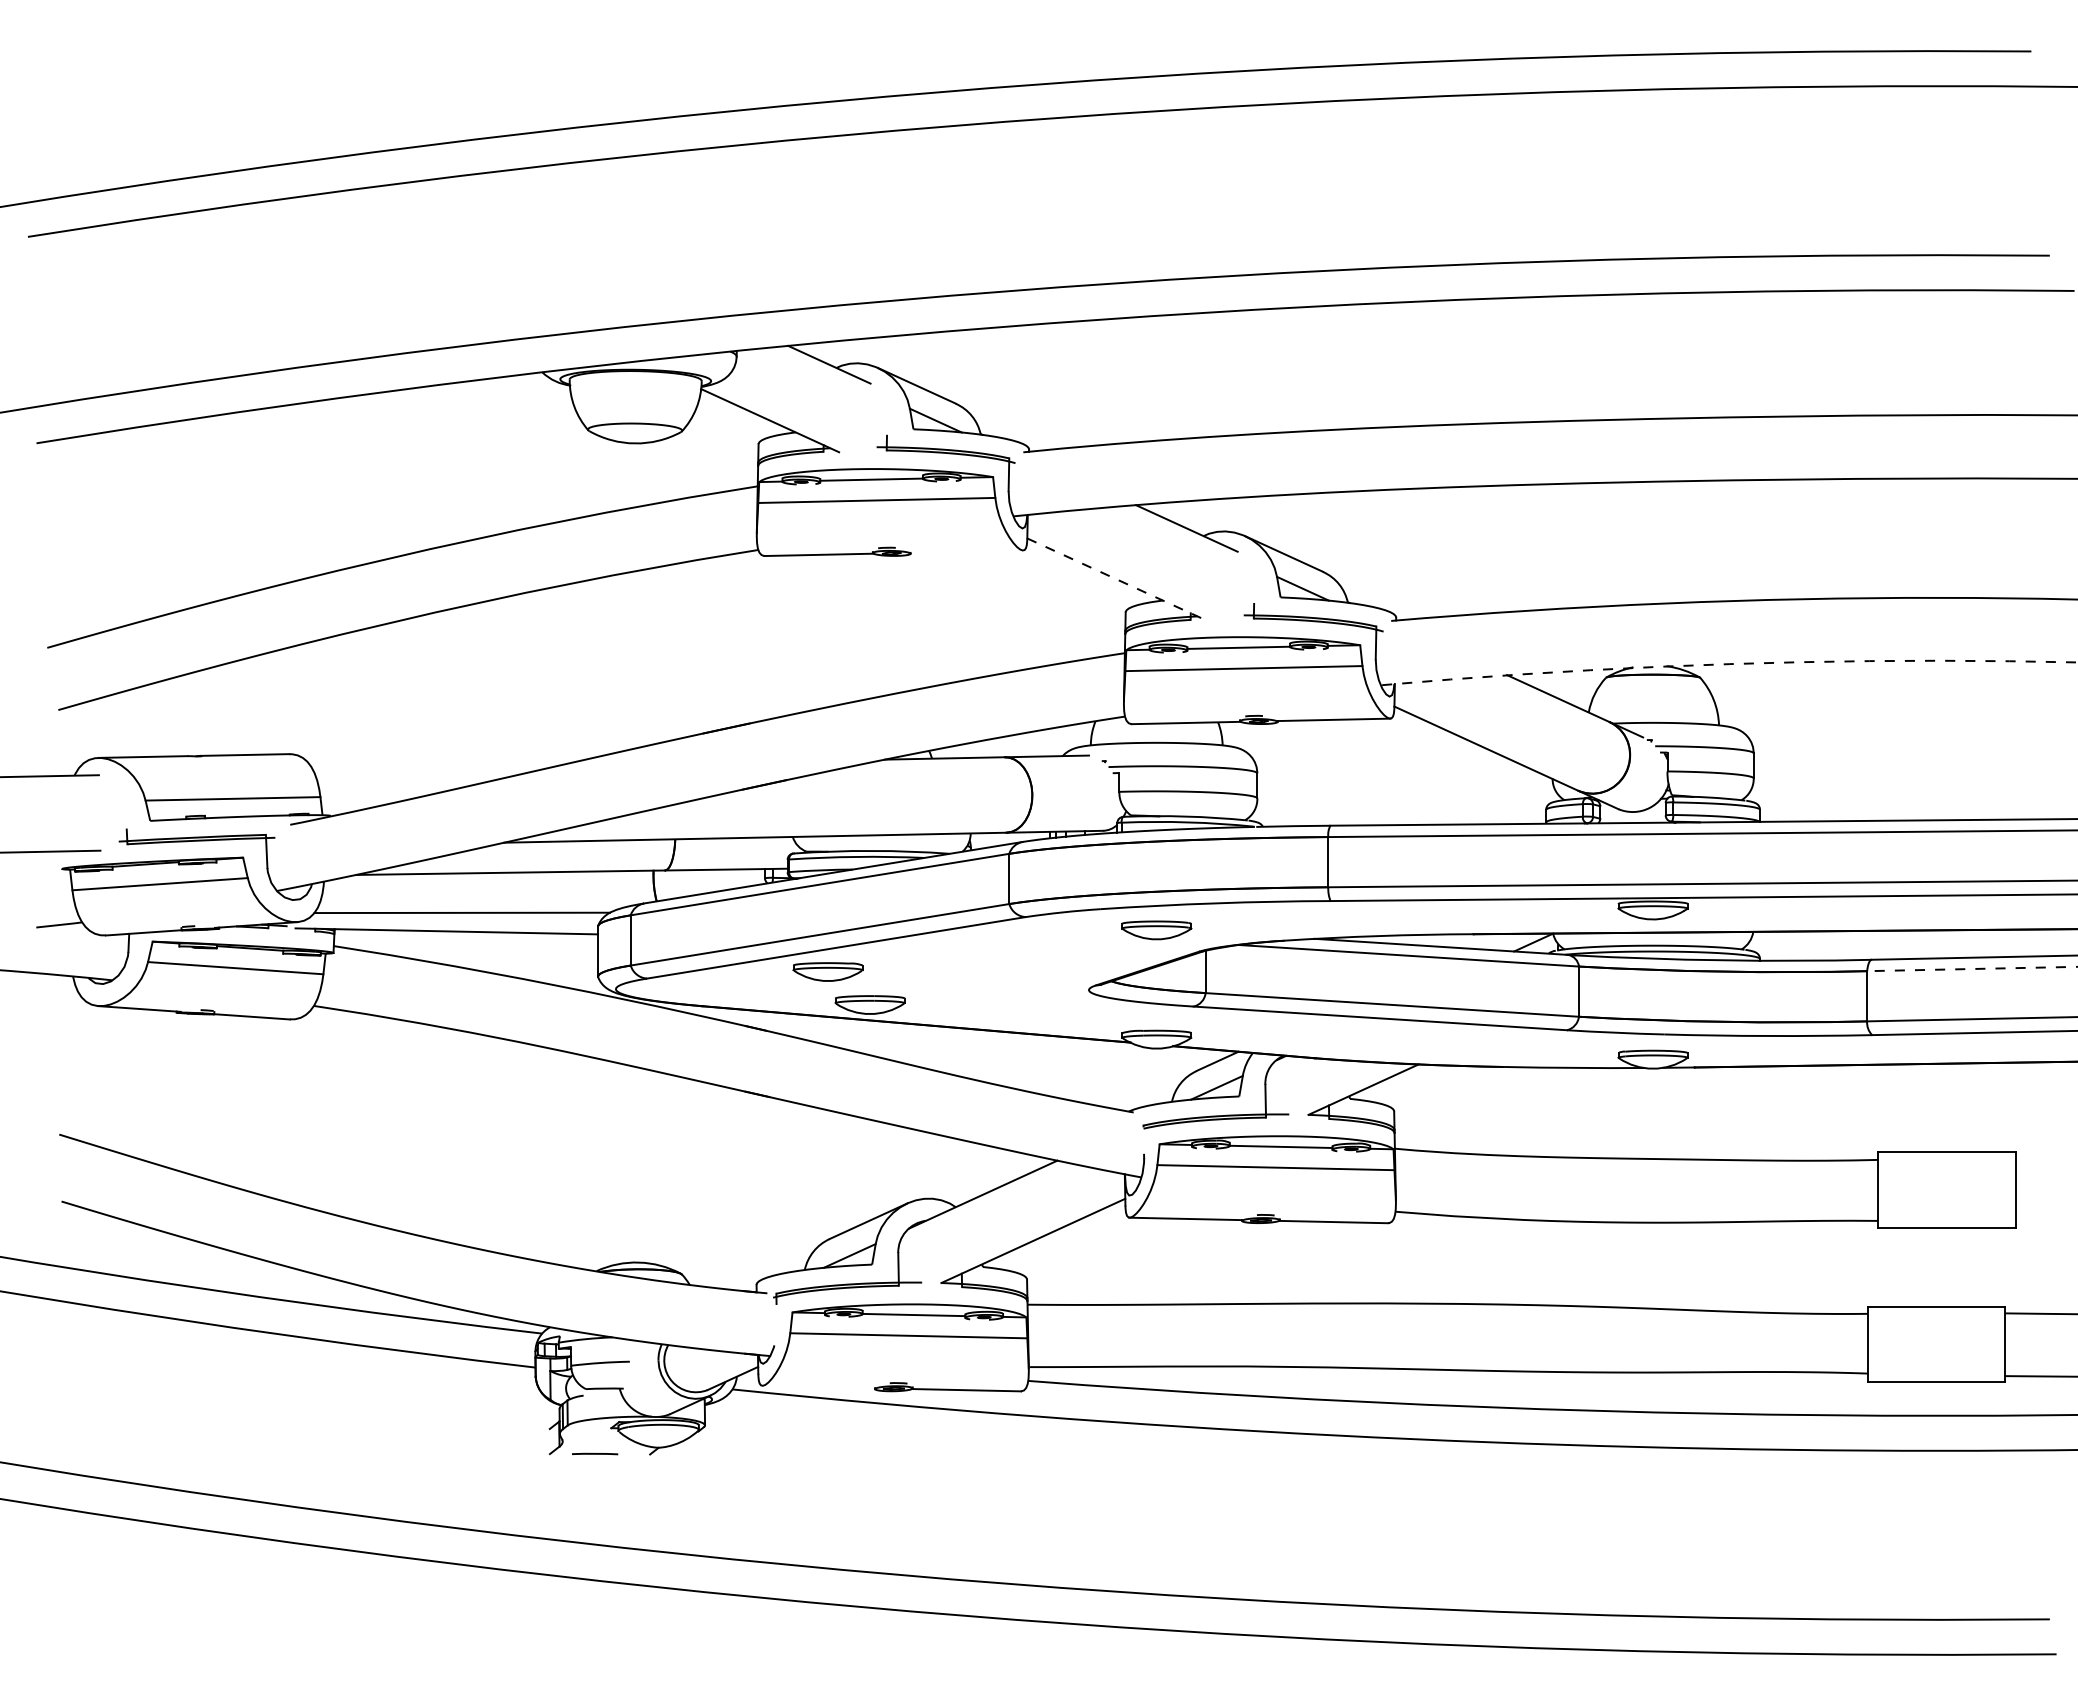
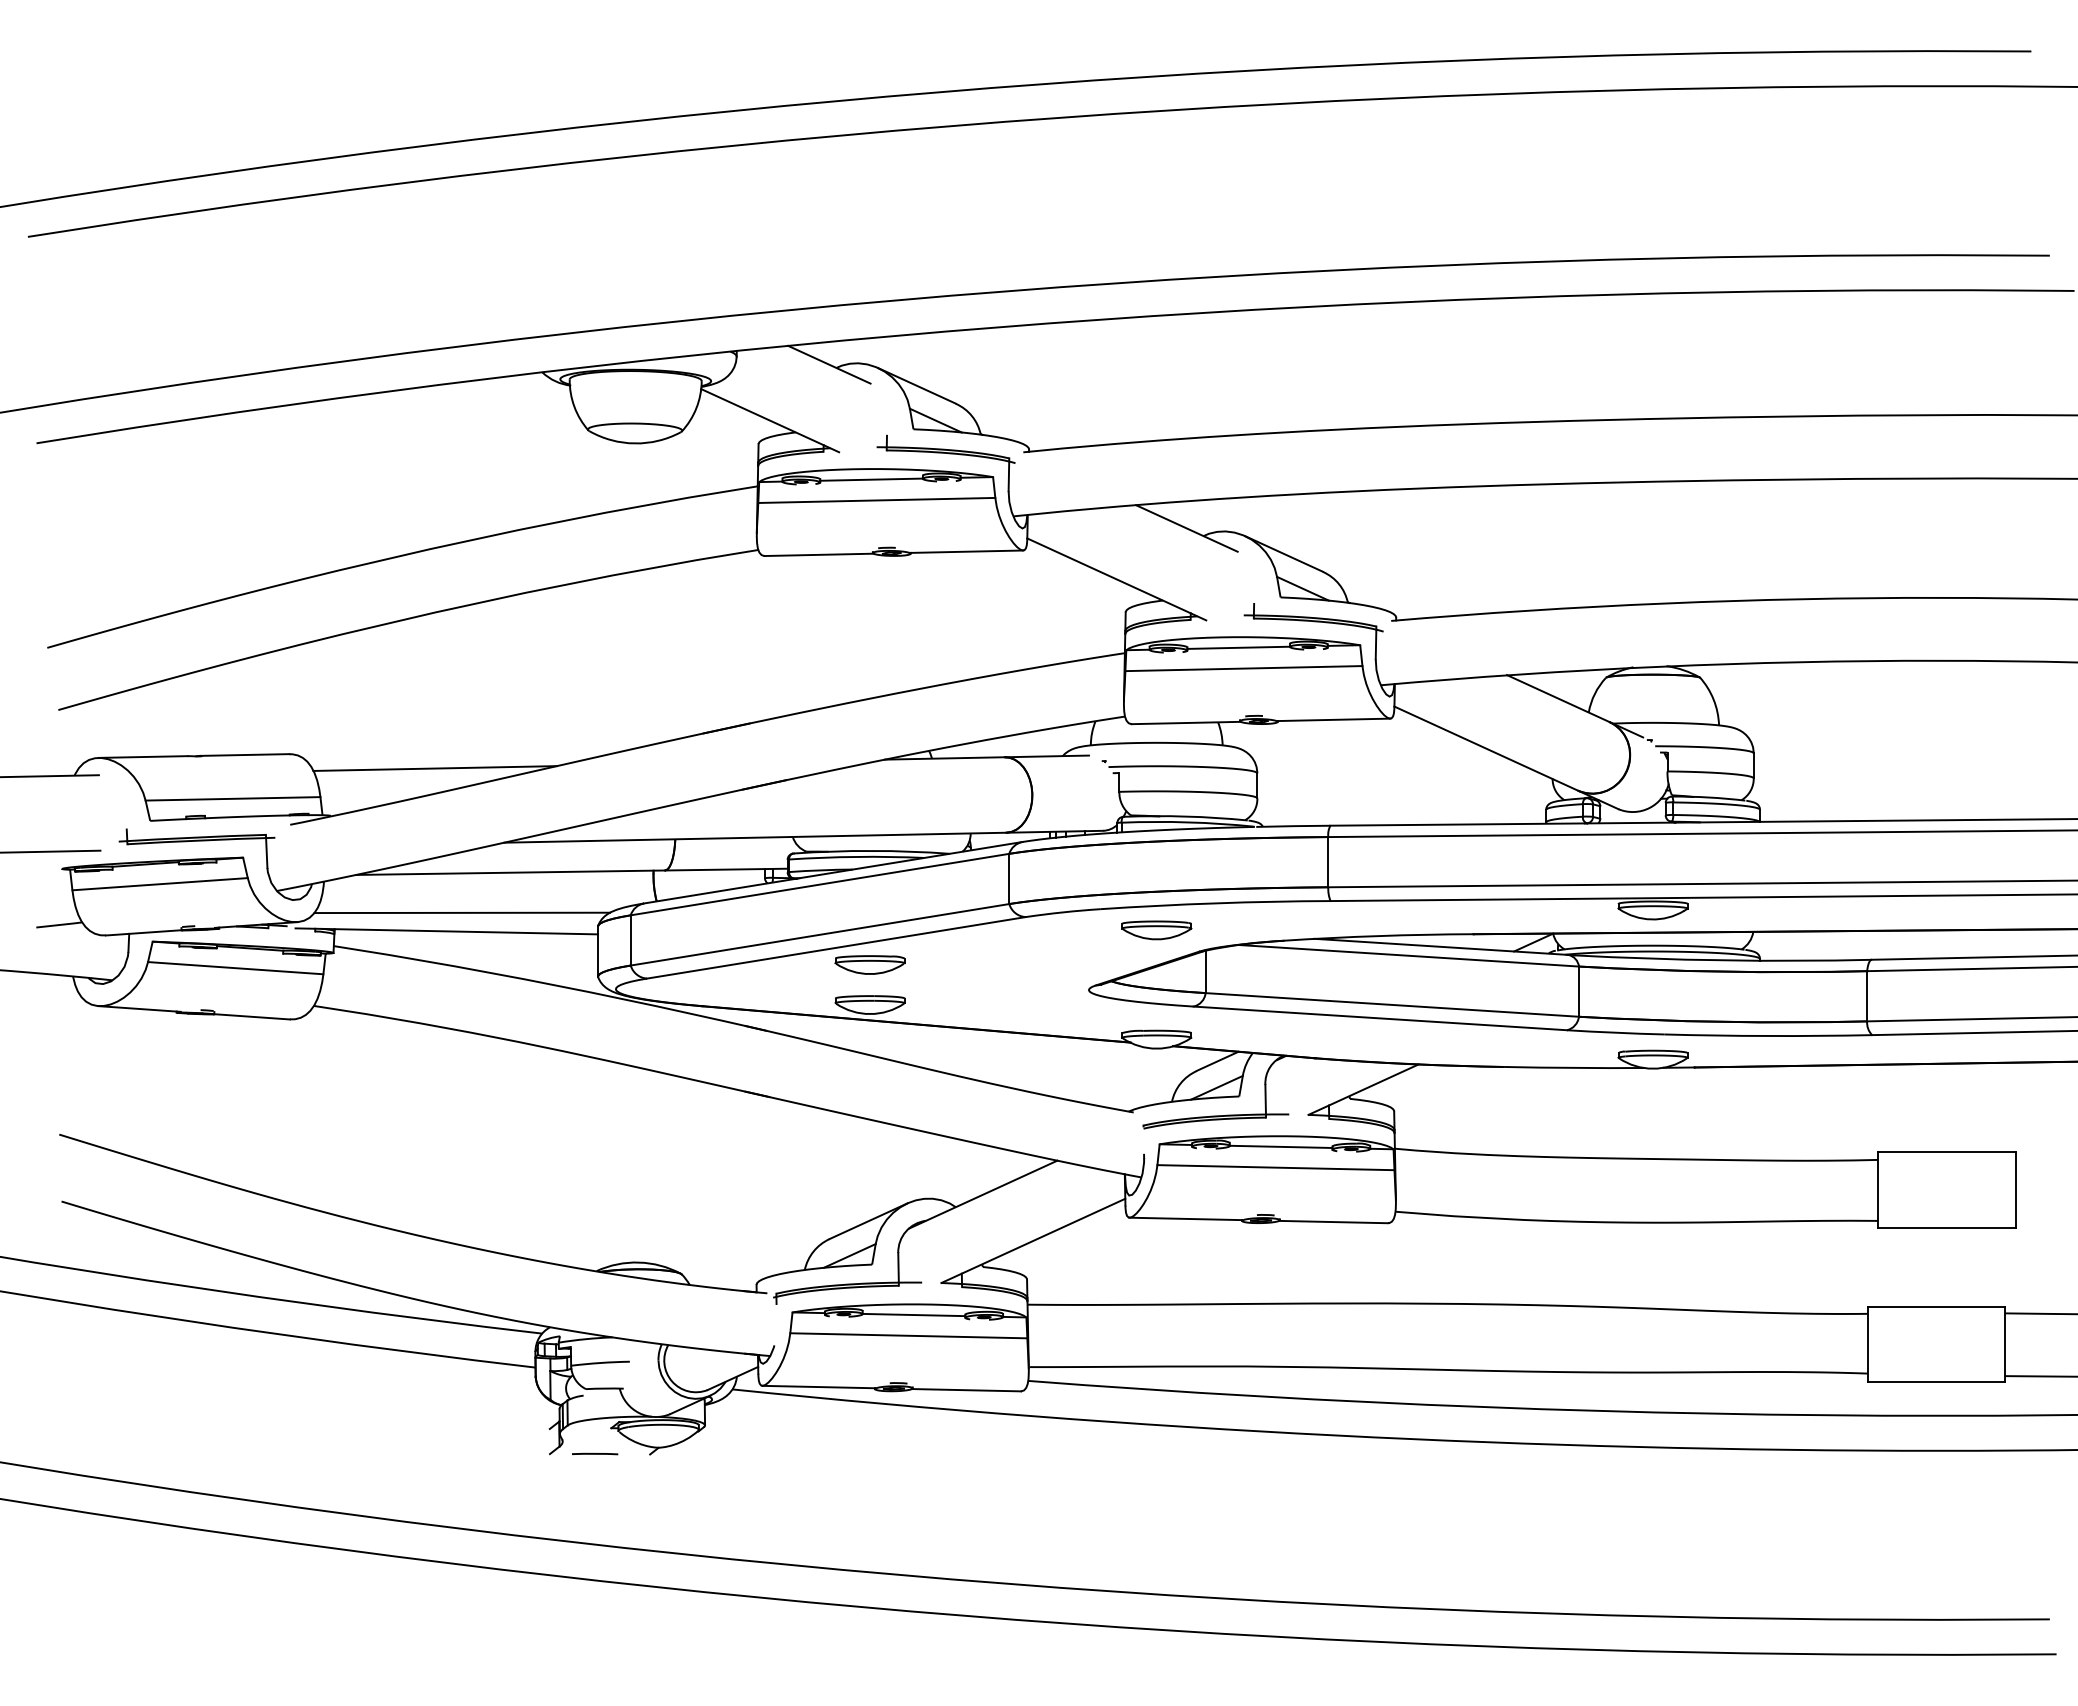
line at (966, 551): none -> present
line at (1117, 579): dashed -> solid
arc at (1728, 664): dashed -> solid
line at (434, 768): none -> present
line at (1971, 969): dashed -> solid
part at (827, 971) position: (827, 971) -> (869, 964)
line at (818, 1386): none -> present
